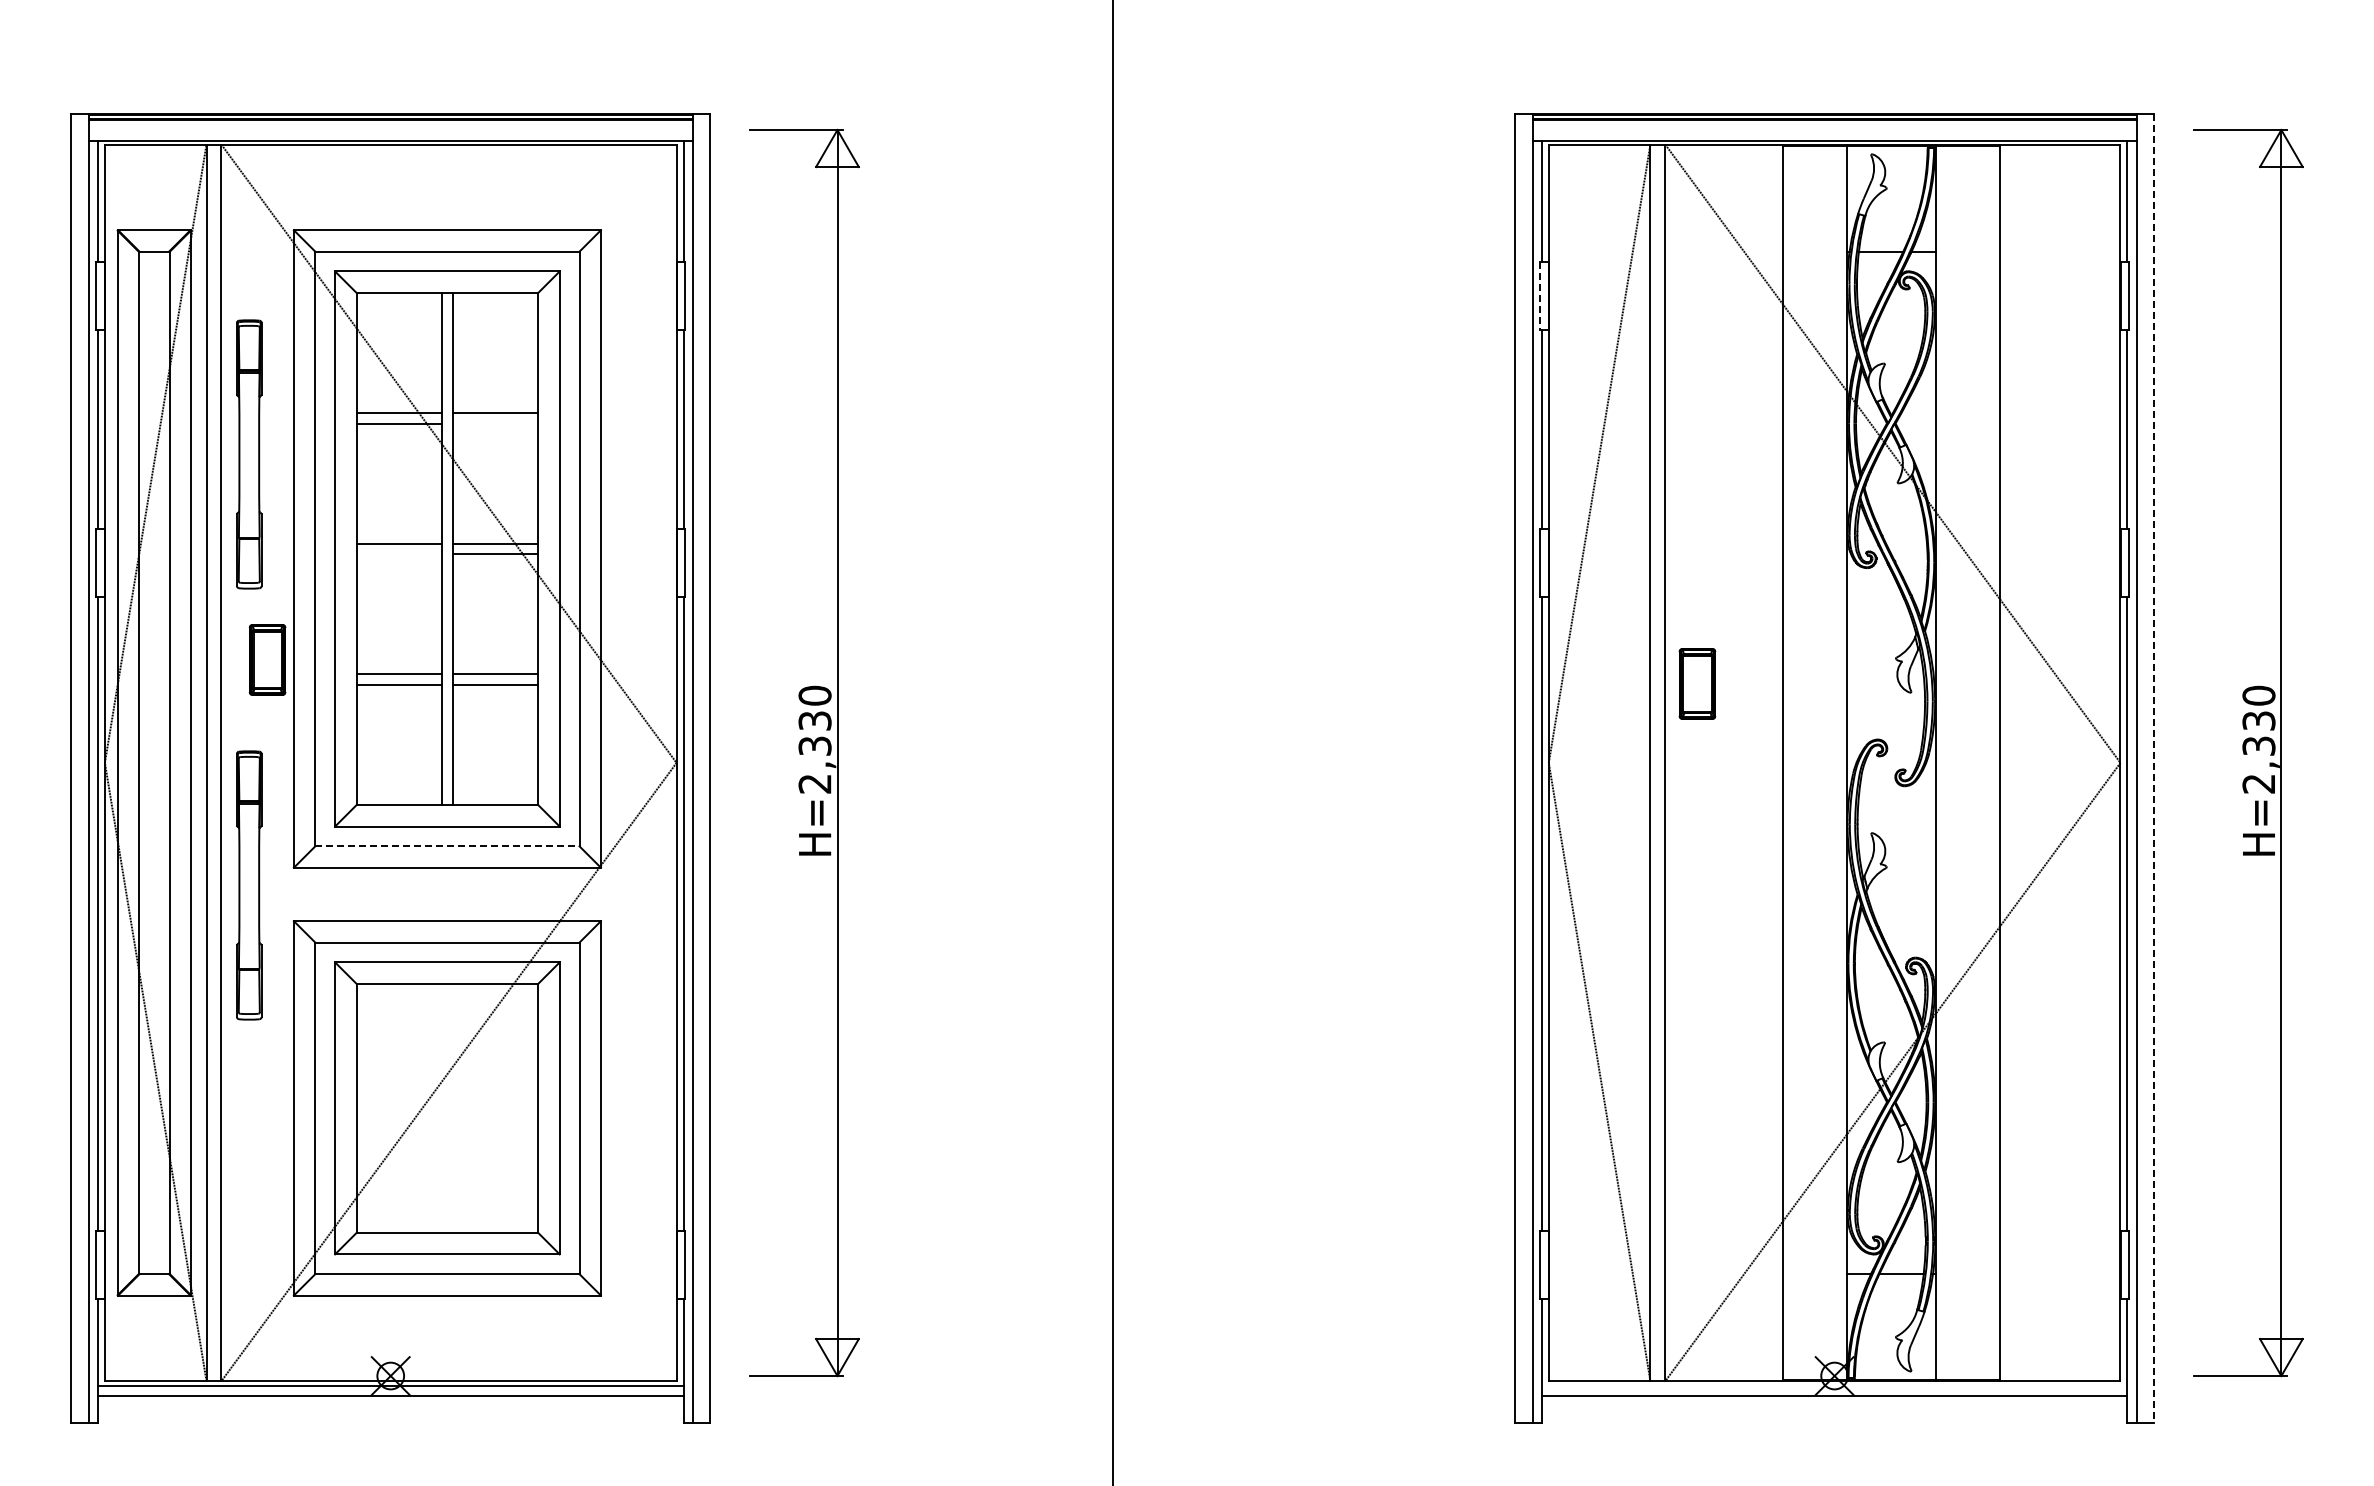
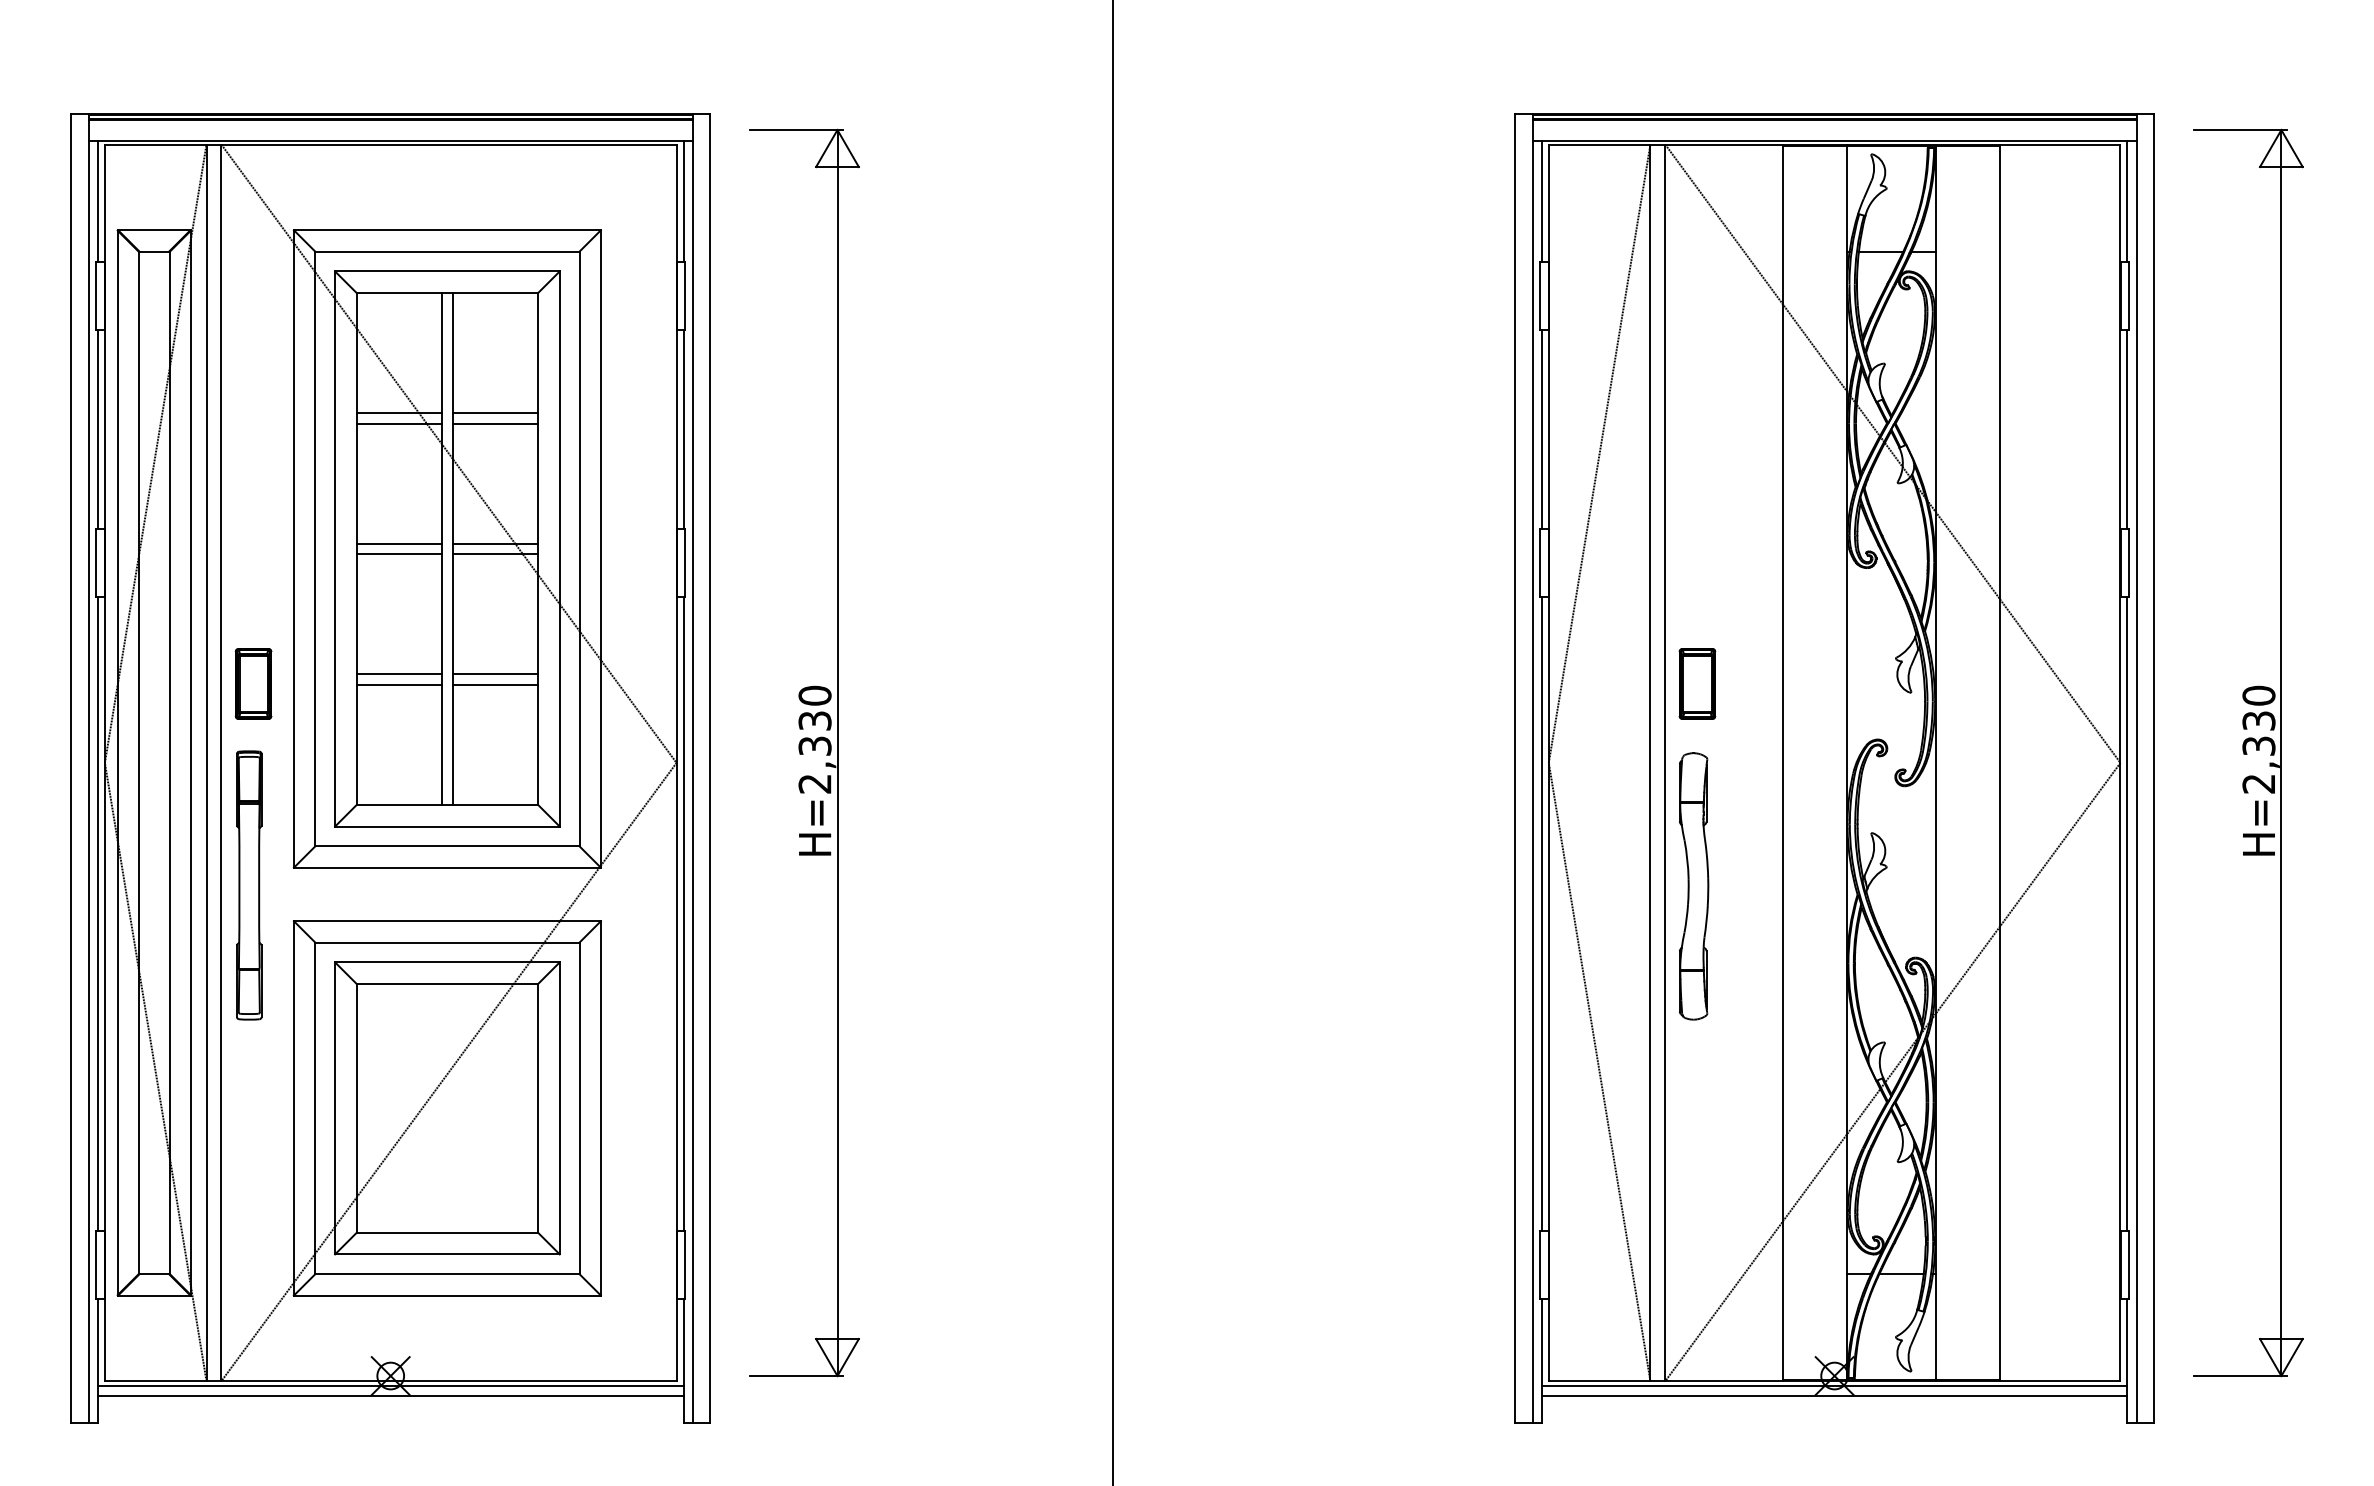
line at (1540, 295): dashed -> solid
line at (495, 423): none -> present
part at (249, 454): present -> none
line at (399, 554): none -> present
part at (267, 659) position: (267, 659) -> (253, 683)
line at (2154, 768): dashed -> solid
line at (447, 846): dashed -> solid
part at (1694, 886): none -> present
line at (1834, 1385): none -> present
